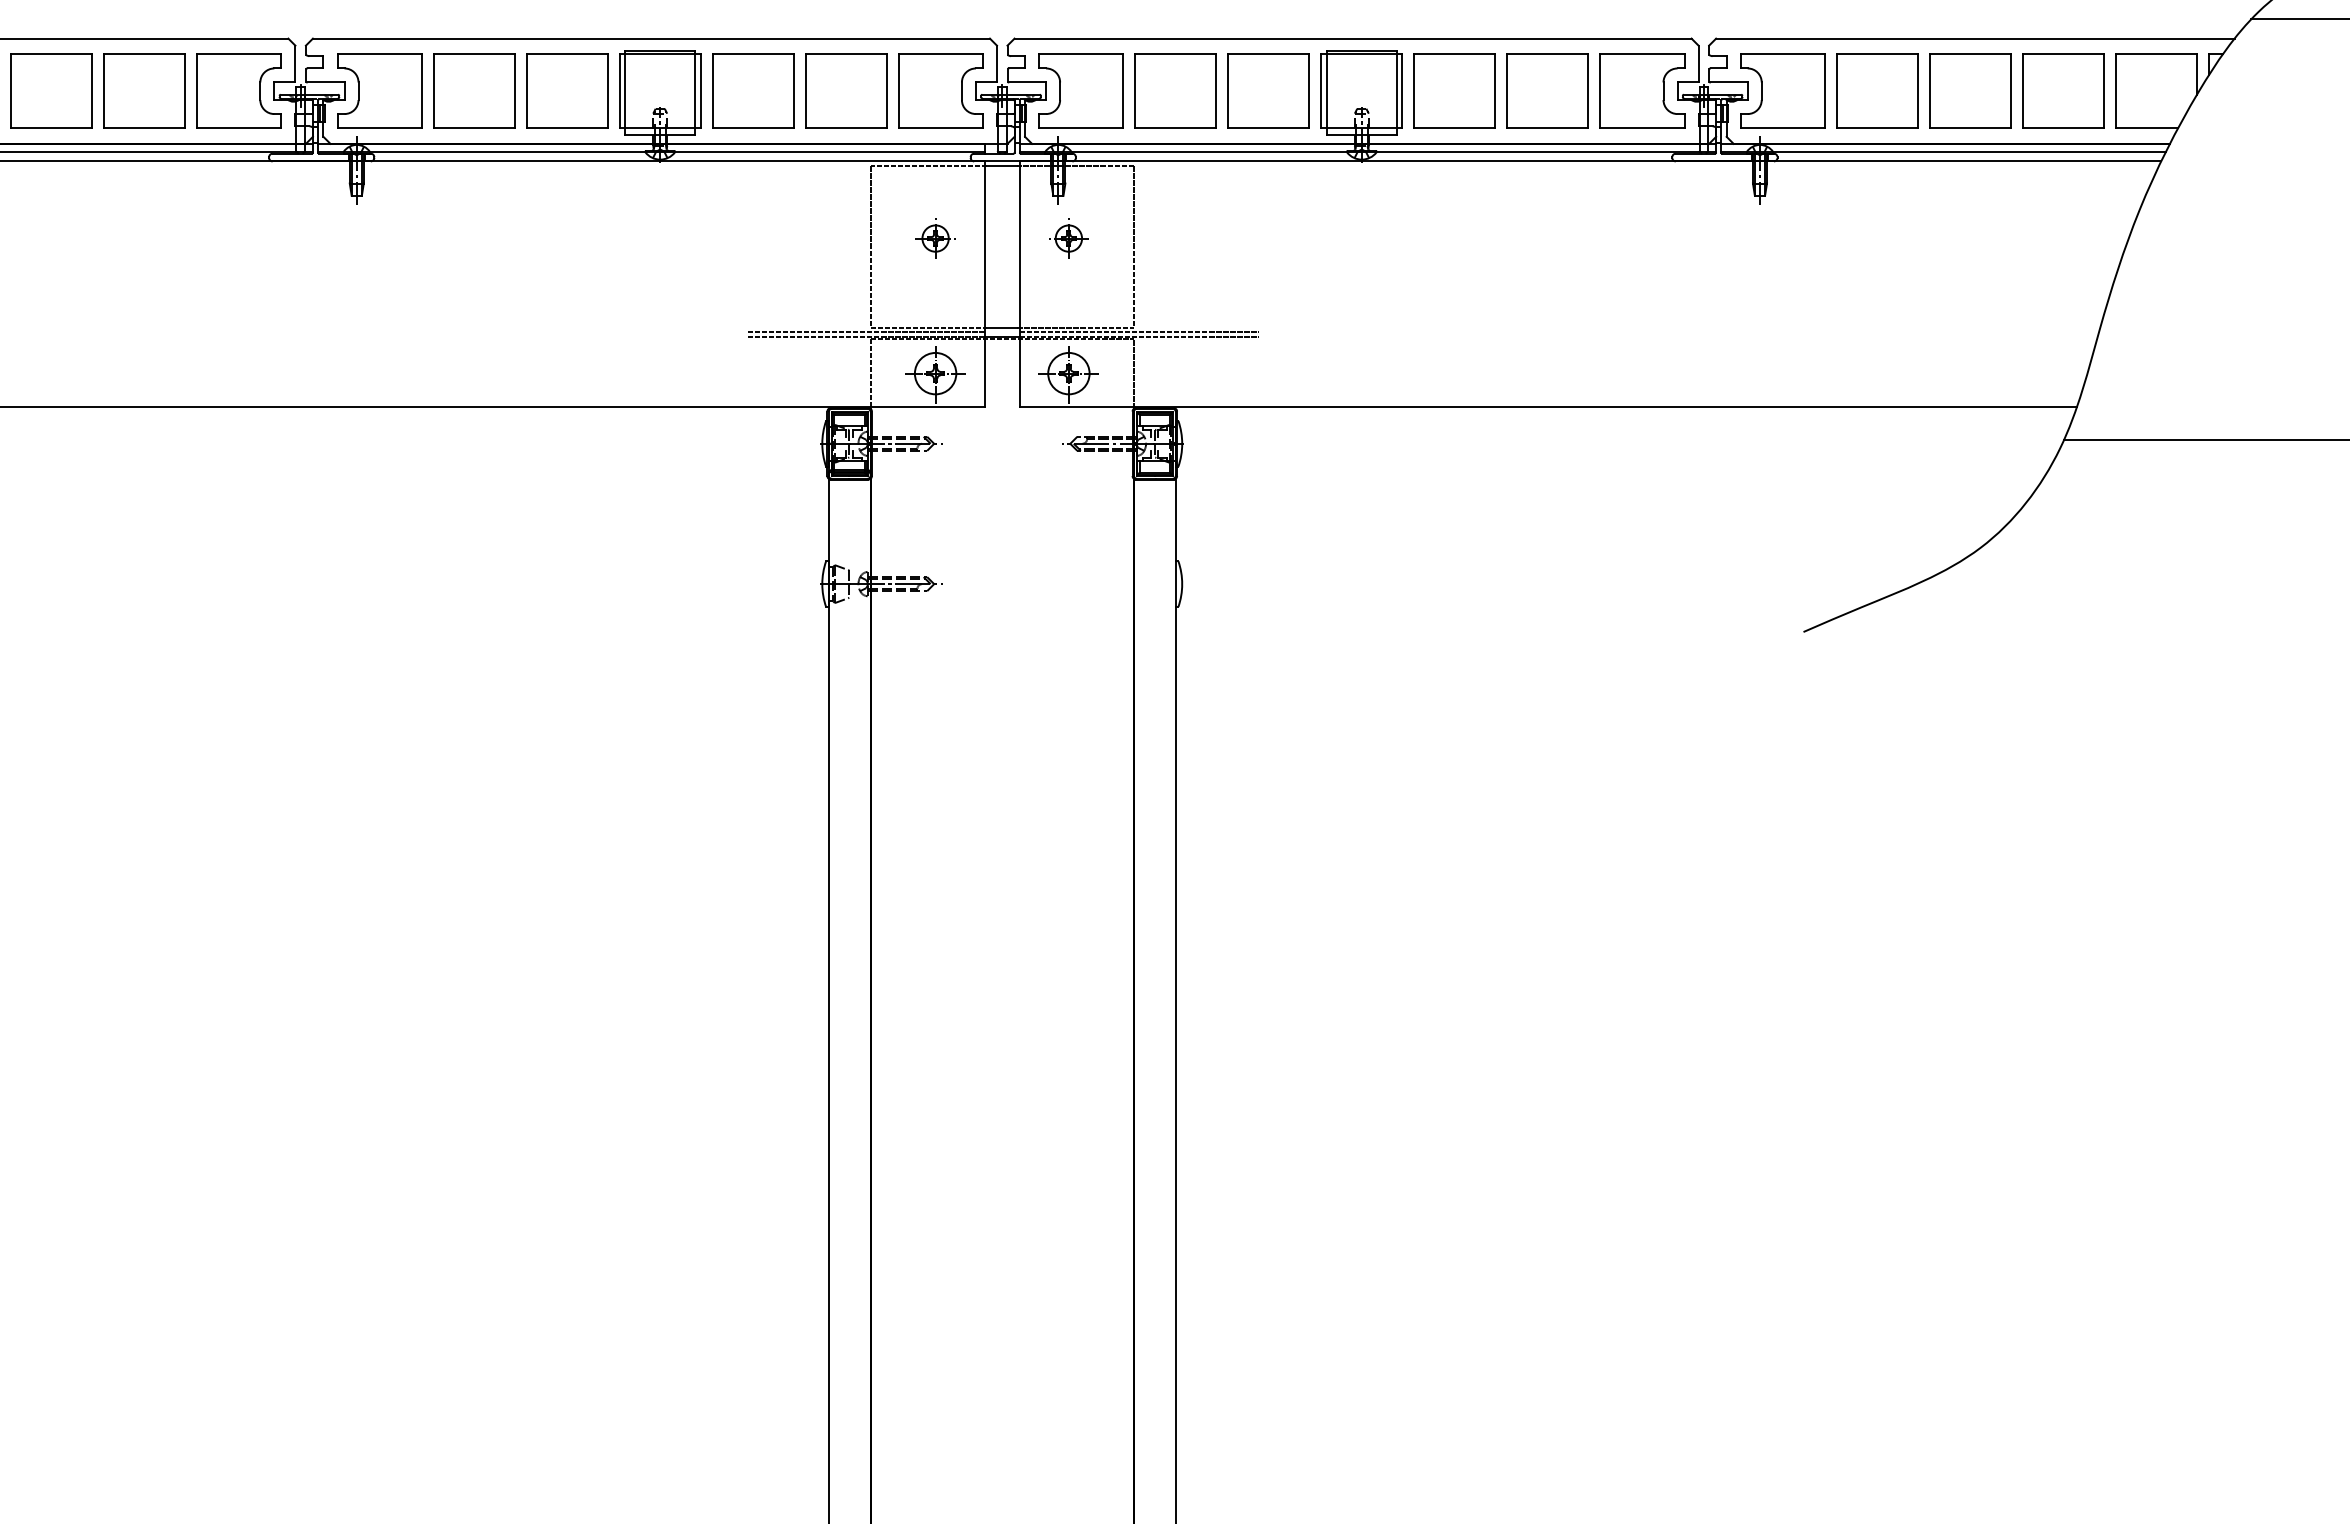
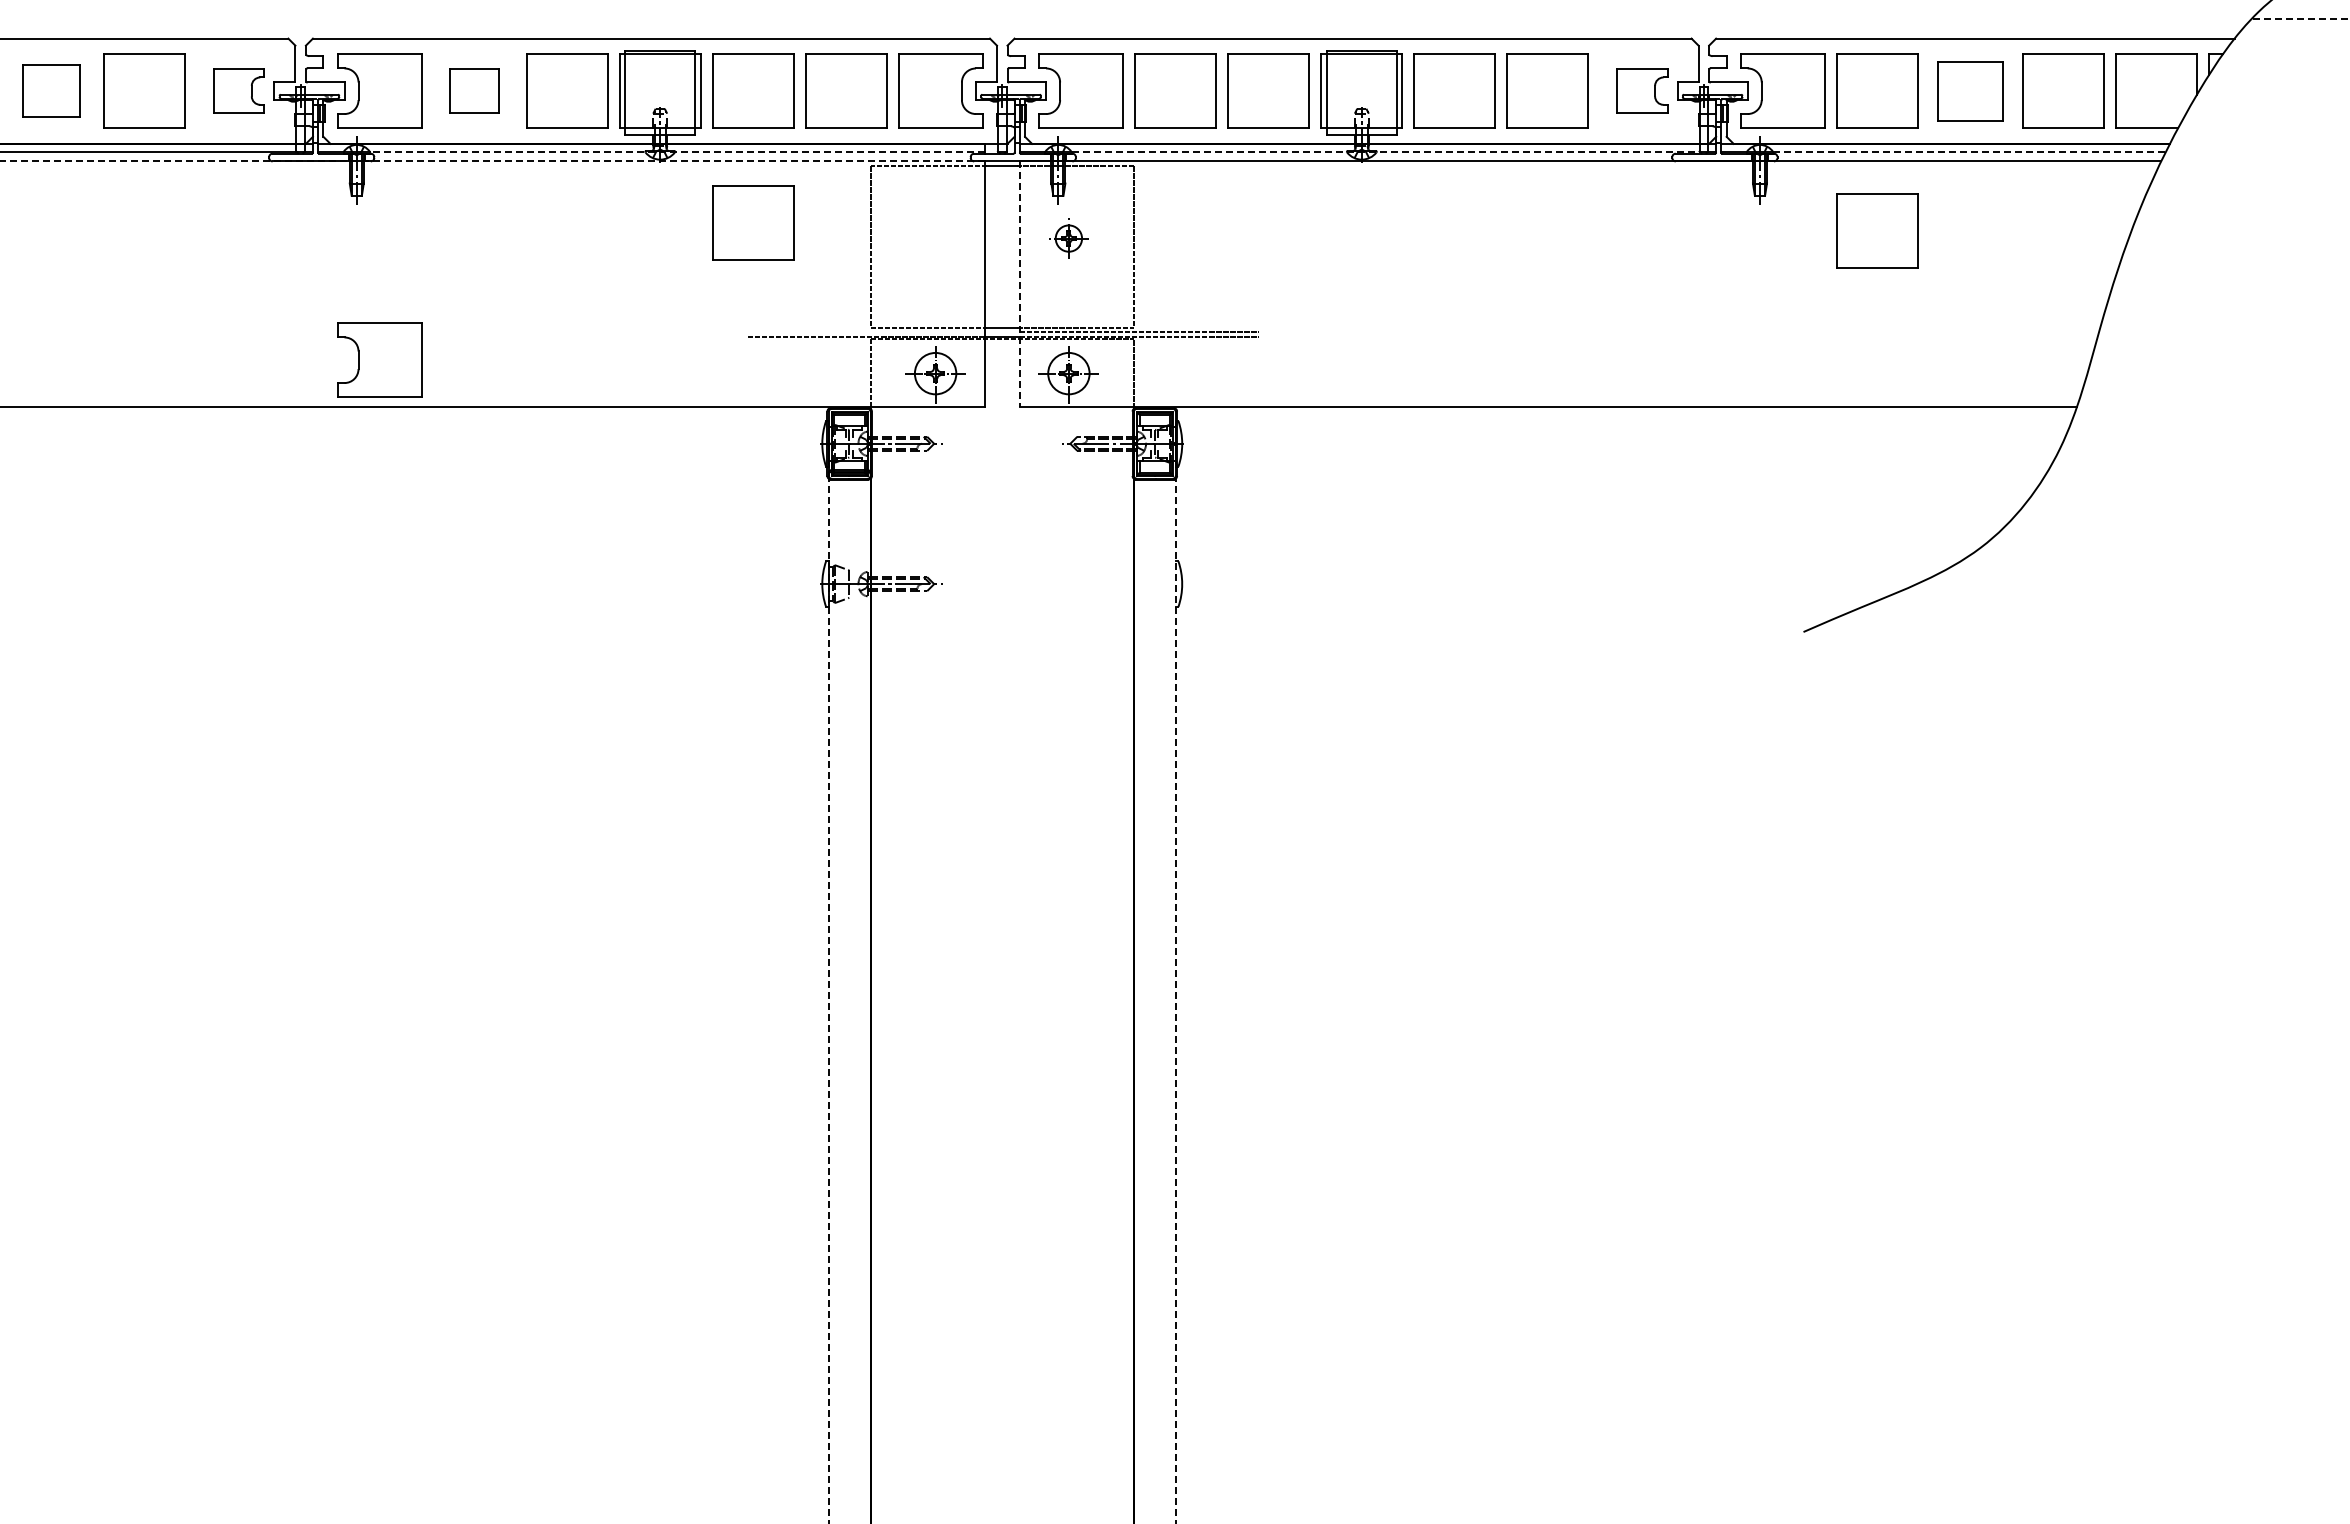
line at (2300, 19): solid -> dashed
part at (51, 90) size: 83x76 px -> 59x54 px
part at (238, 90) size: 86x76 px -> 52x46 px
part at (474, 90) size: 83x76 px -> 51x46 px
part at (1642, 90) size: 87x76 px -> 53x46 px
part at (1970, 90) size: 83x76 px -> 67x61 px
line at (676, 151): solid -> dashed
line at (1386, 151): solid -> dashed
line at (1969, 151): solid -> dashed
line at (492, 161): solid -> dashed
part at (753, 222): none -> present
part at (1877, 230): none -> present
part at (935, 238): present -> none
line at (1019, 284): solid -> dashed
line at (865, 332): present -> none
part at (379, 359): none -> present
line at (2204, 440): present -> none
line at (828, 999): solid -> dashed
line at (1175, 999): solid -> dashed
